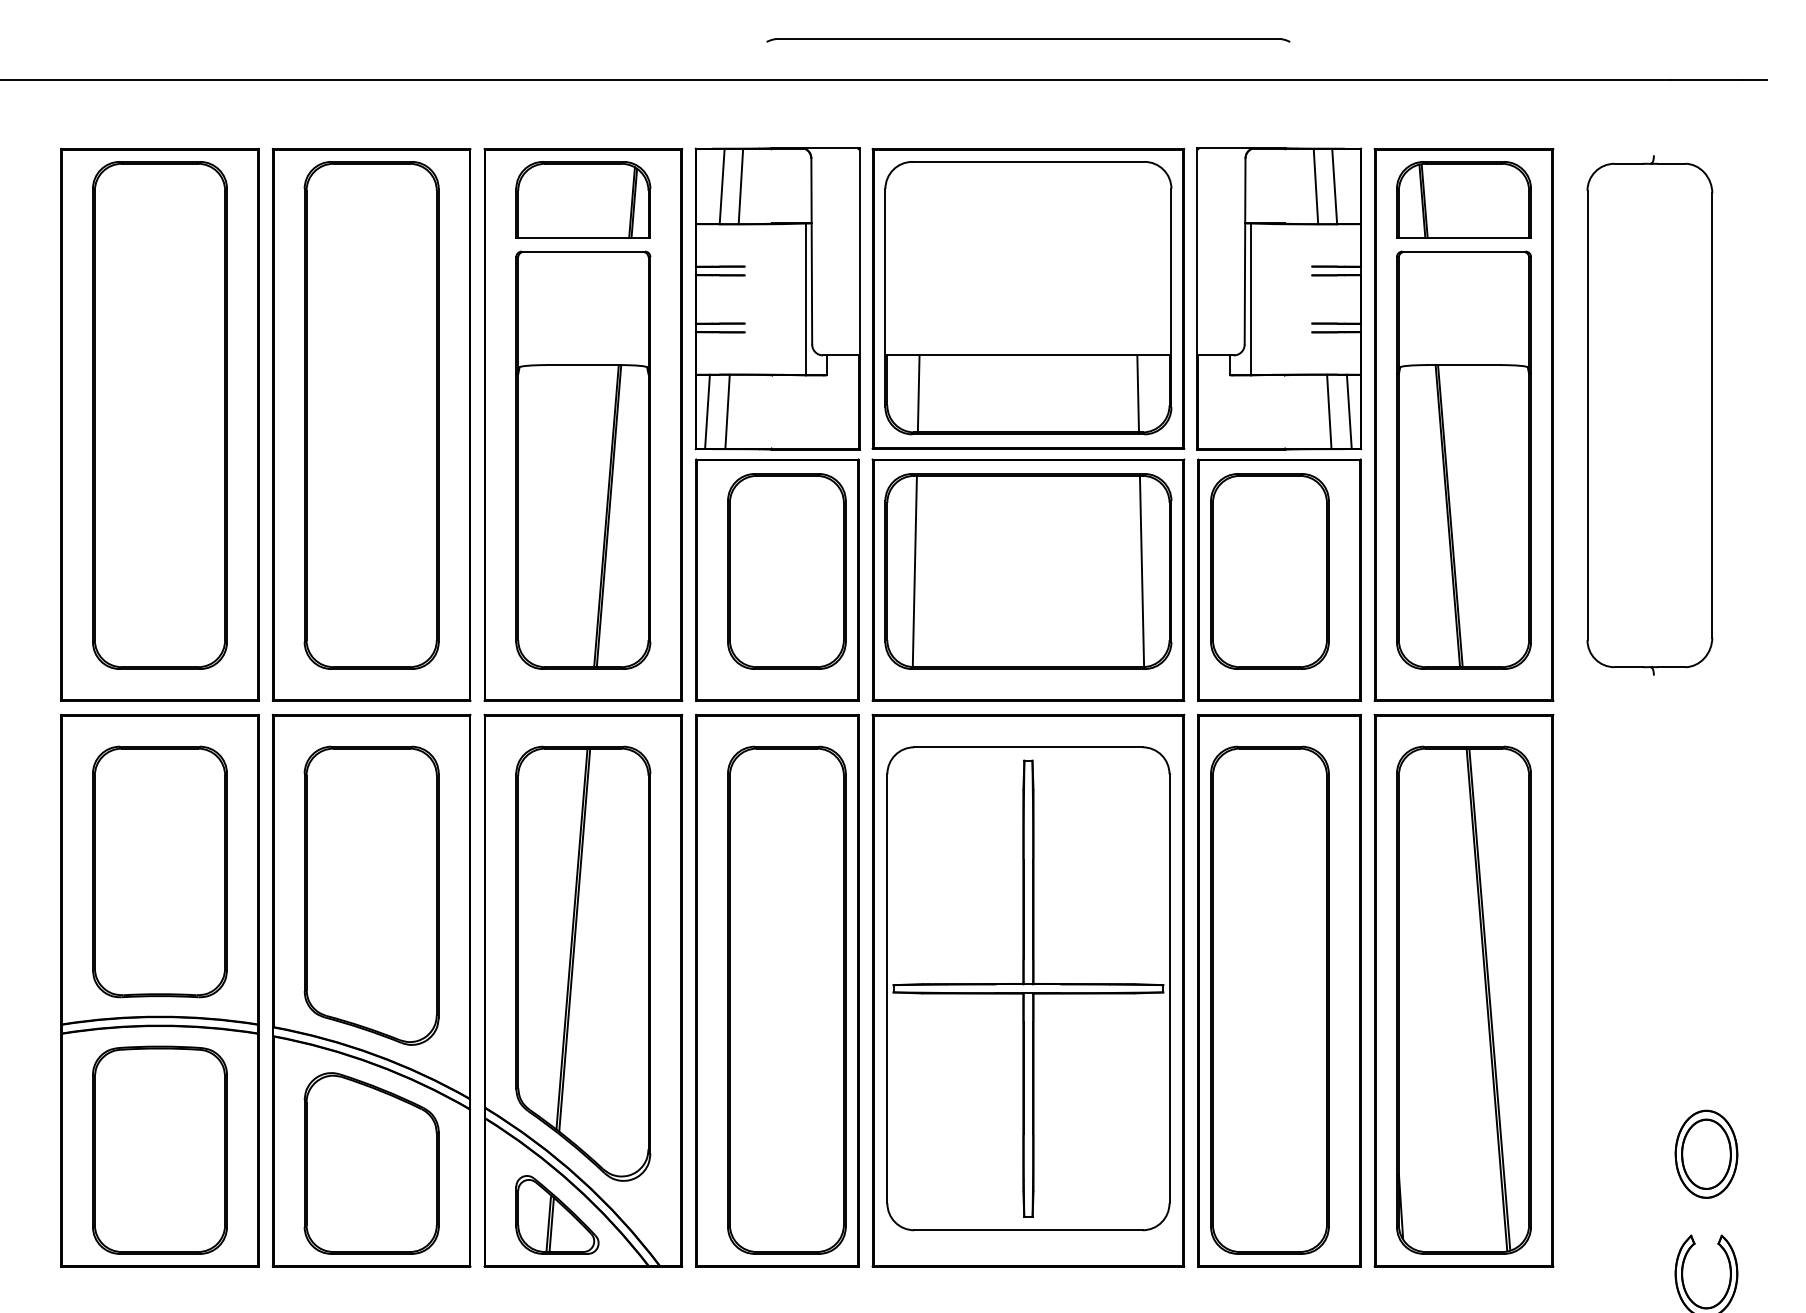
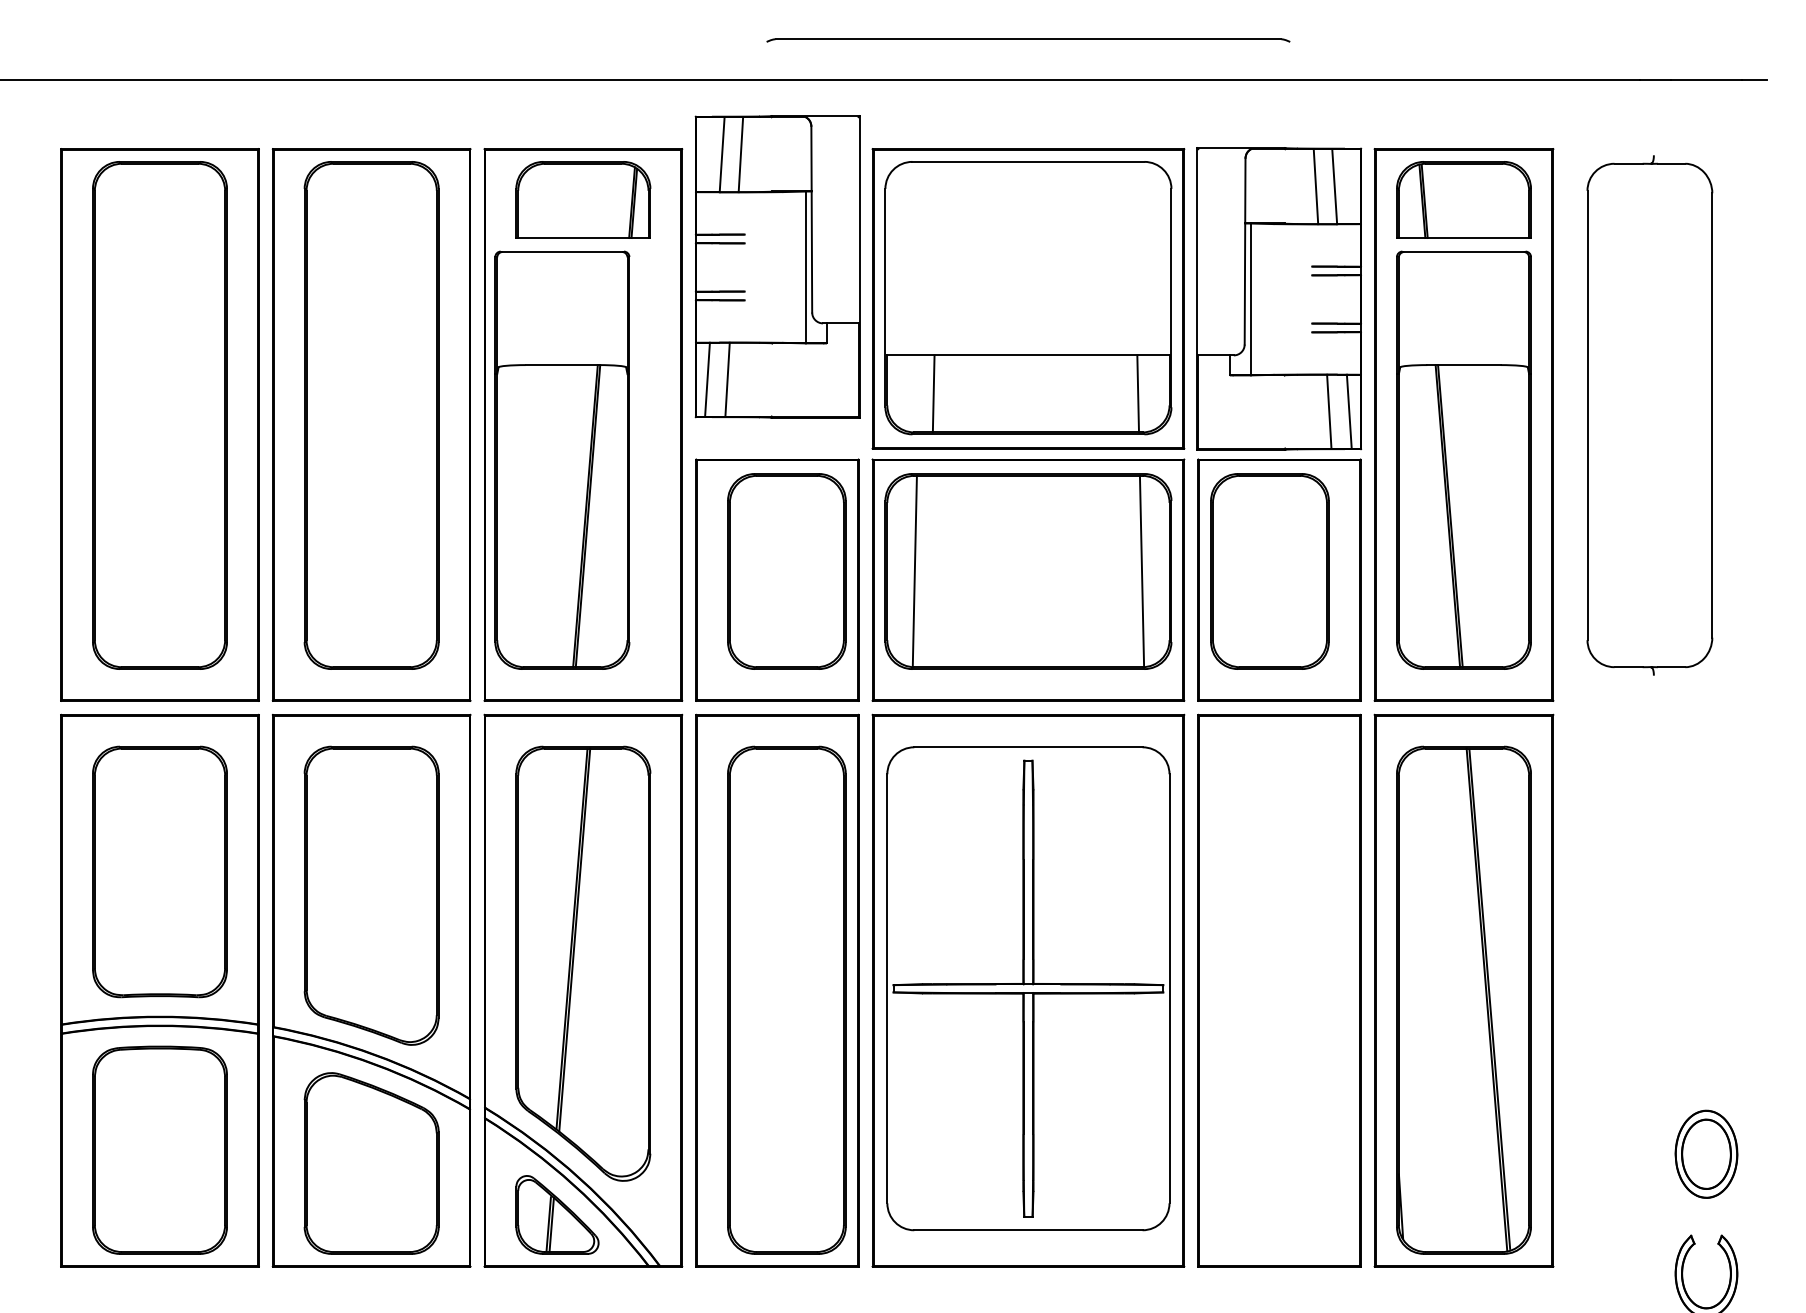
part at (777, 298) position: (777, 298) -> (777, 266)
line at (918, 393) position: (918, 393) -> (933, 393)
part at (583, 459) position: (583, 459) -> (562, 459)
part at (1269, 999): present -> none
